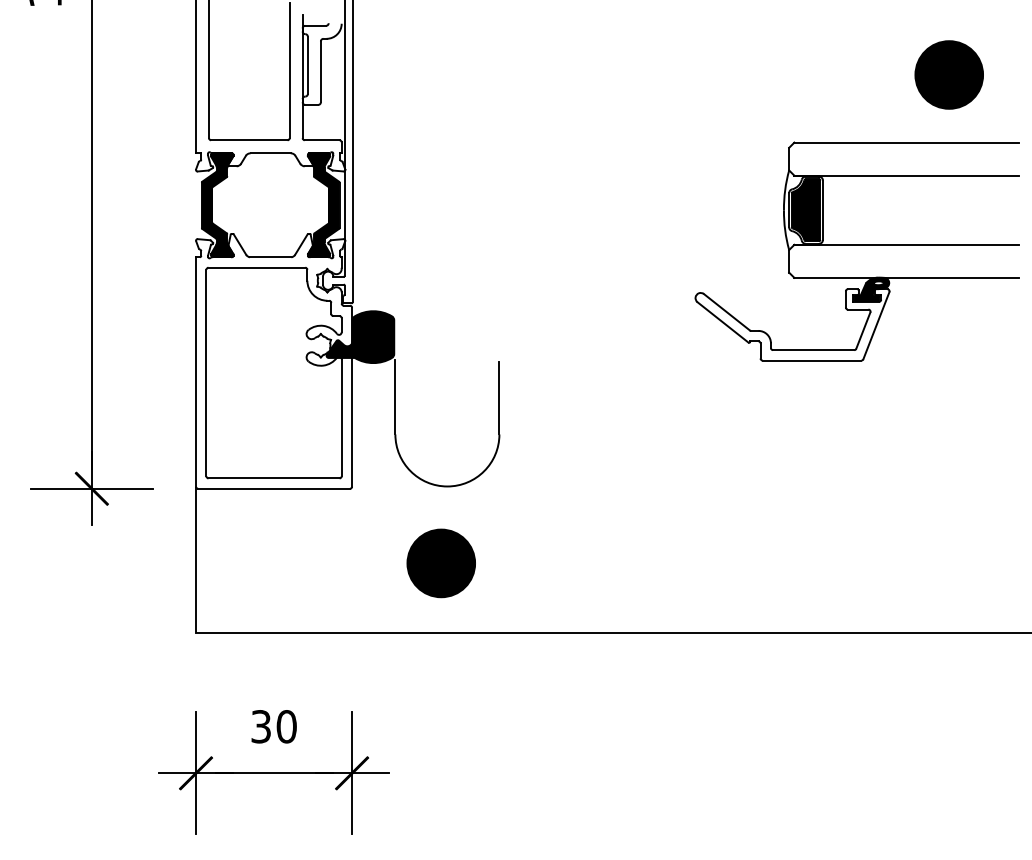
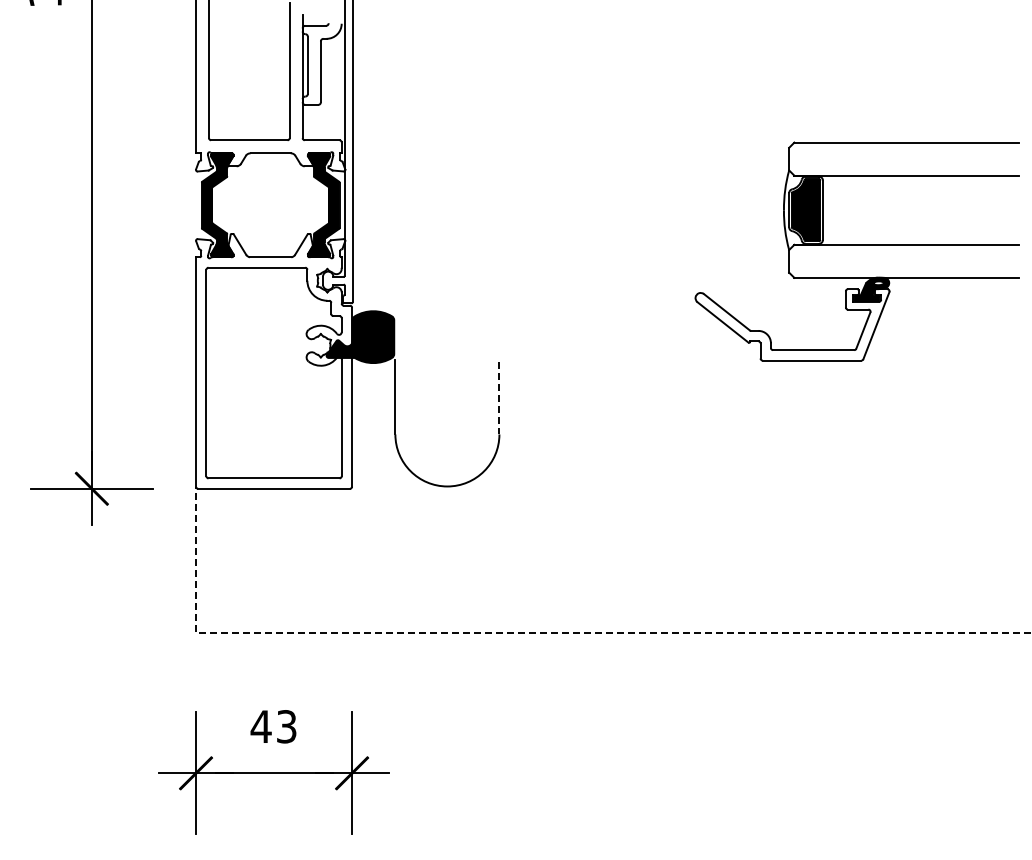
part at (948, 74): present -> none
line at (499, 398): solid -> dashed
part at (440, 563): present -> none
line at (497, 633): solid -> dashed
text at (273, 726): 30 -> 43
